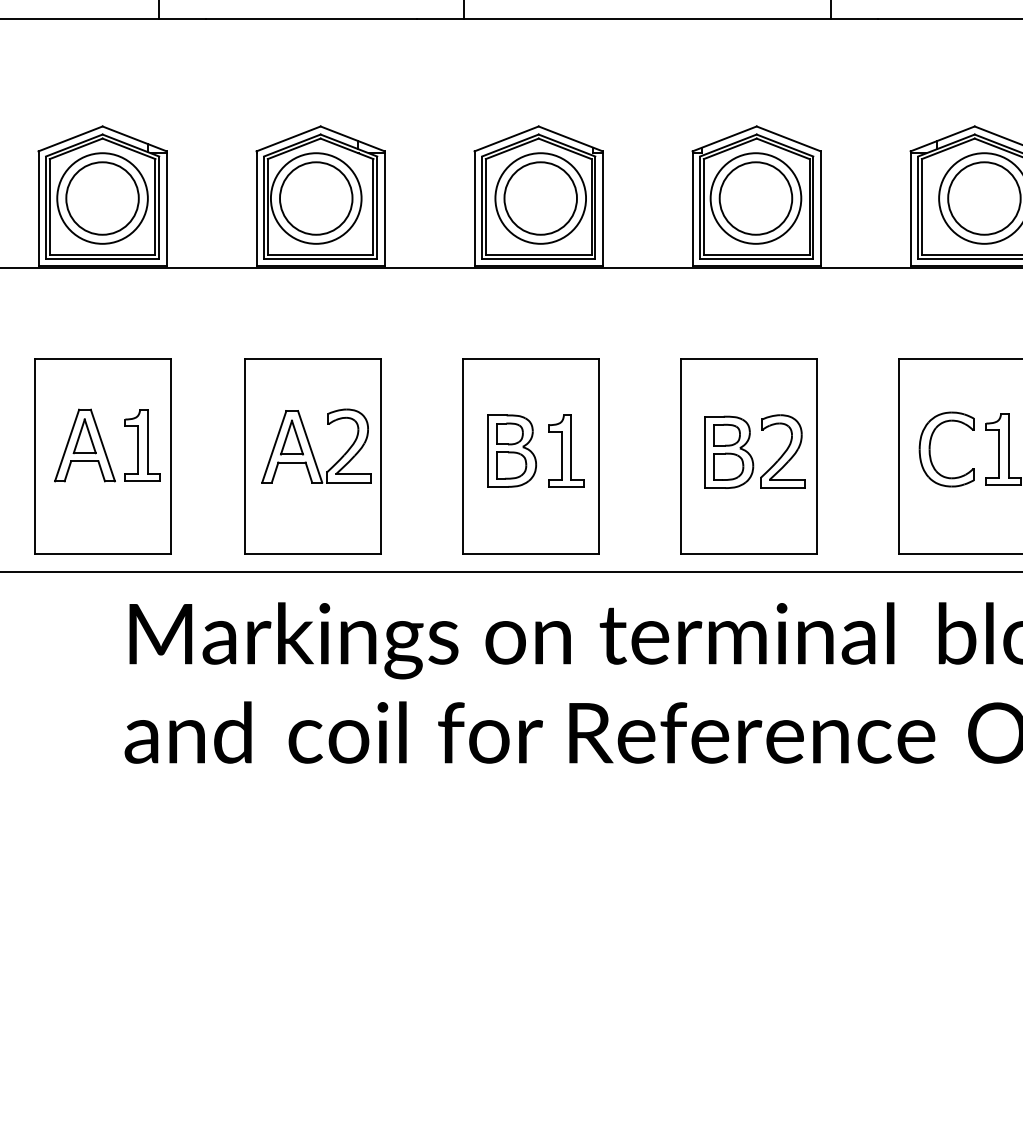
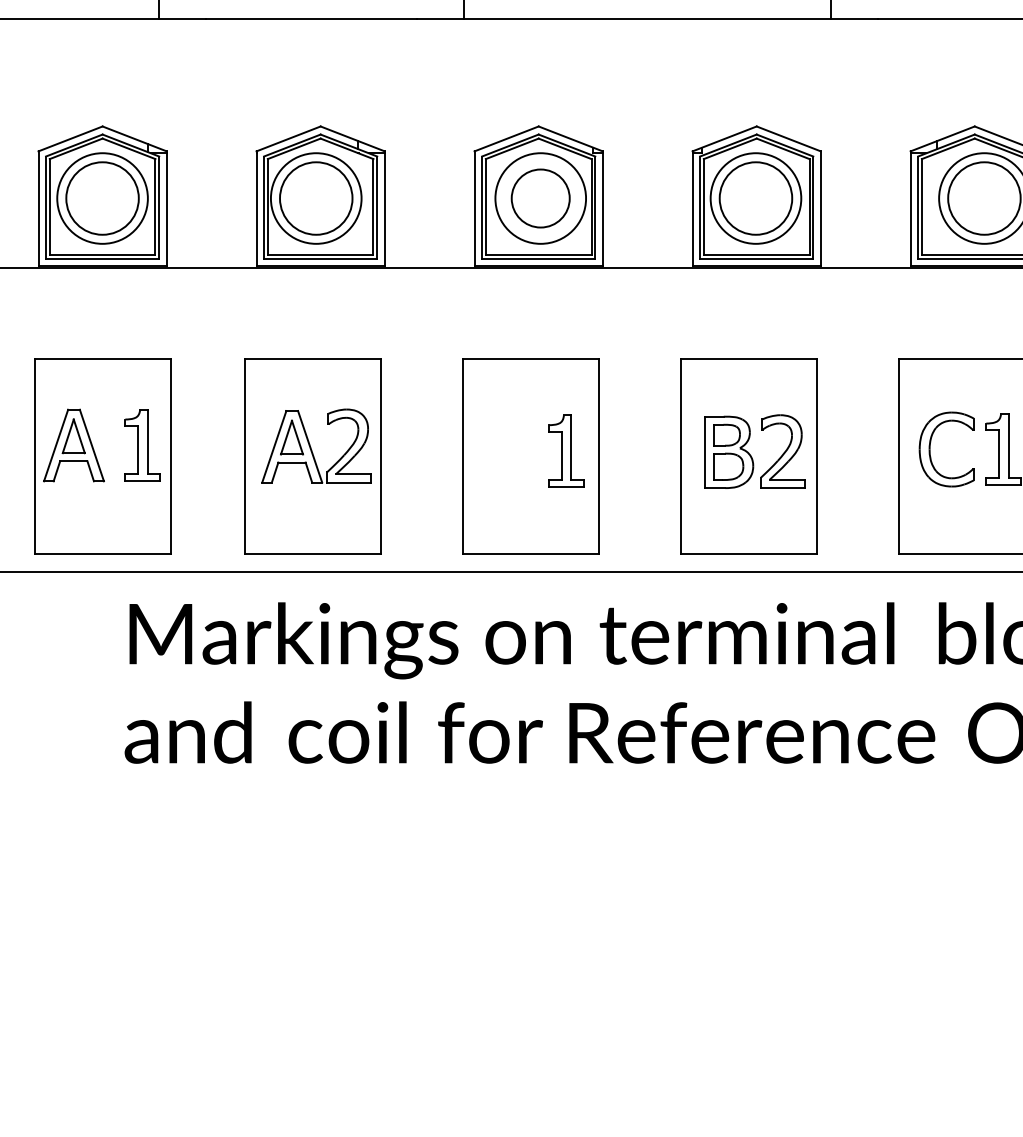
circle at (540, 198) diameter: 73 px -> 58 px
part at (84, 445) position: (84, 445) -> (73, 445)
part at (512, 450): present -> none
